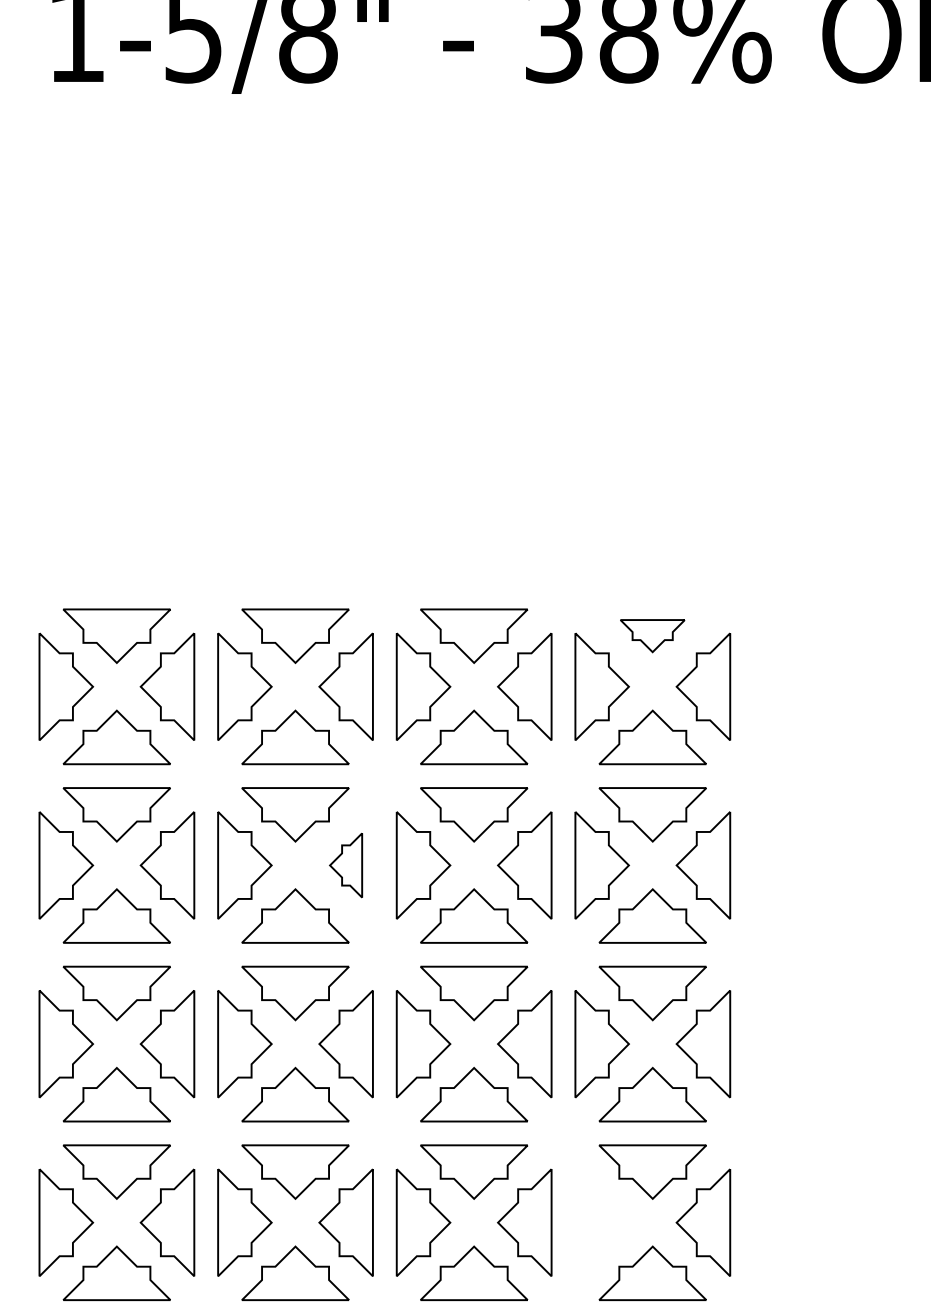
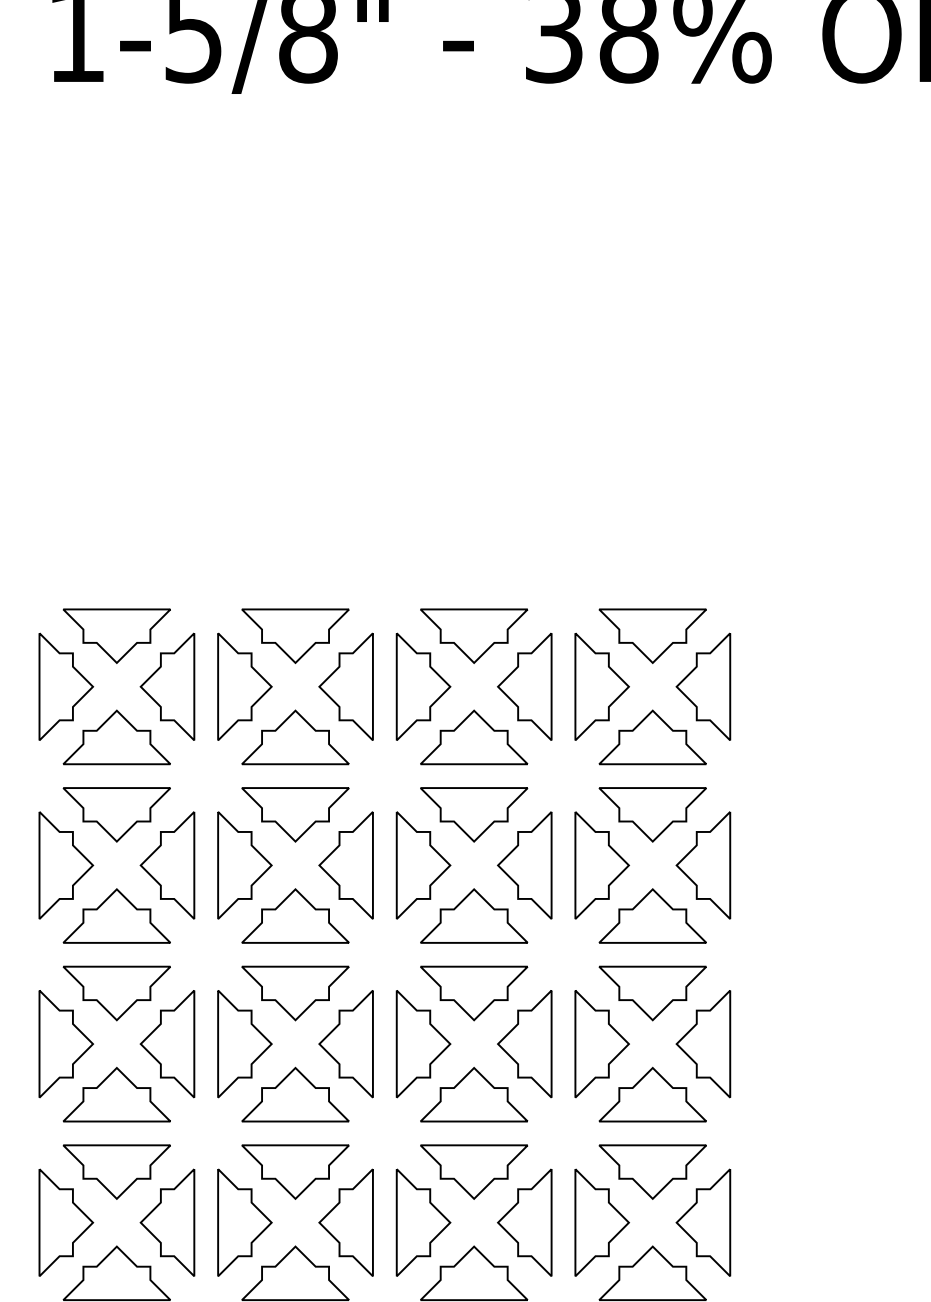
part at (652, 636) size: 66x35 px -> 109x56 px
part at (346, 865) size: 35x67 px -> 56x109 px
part at (601, 1222): none -> present
